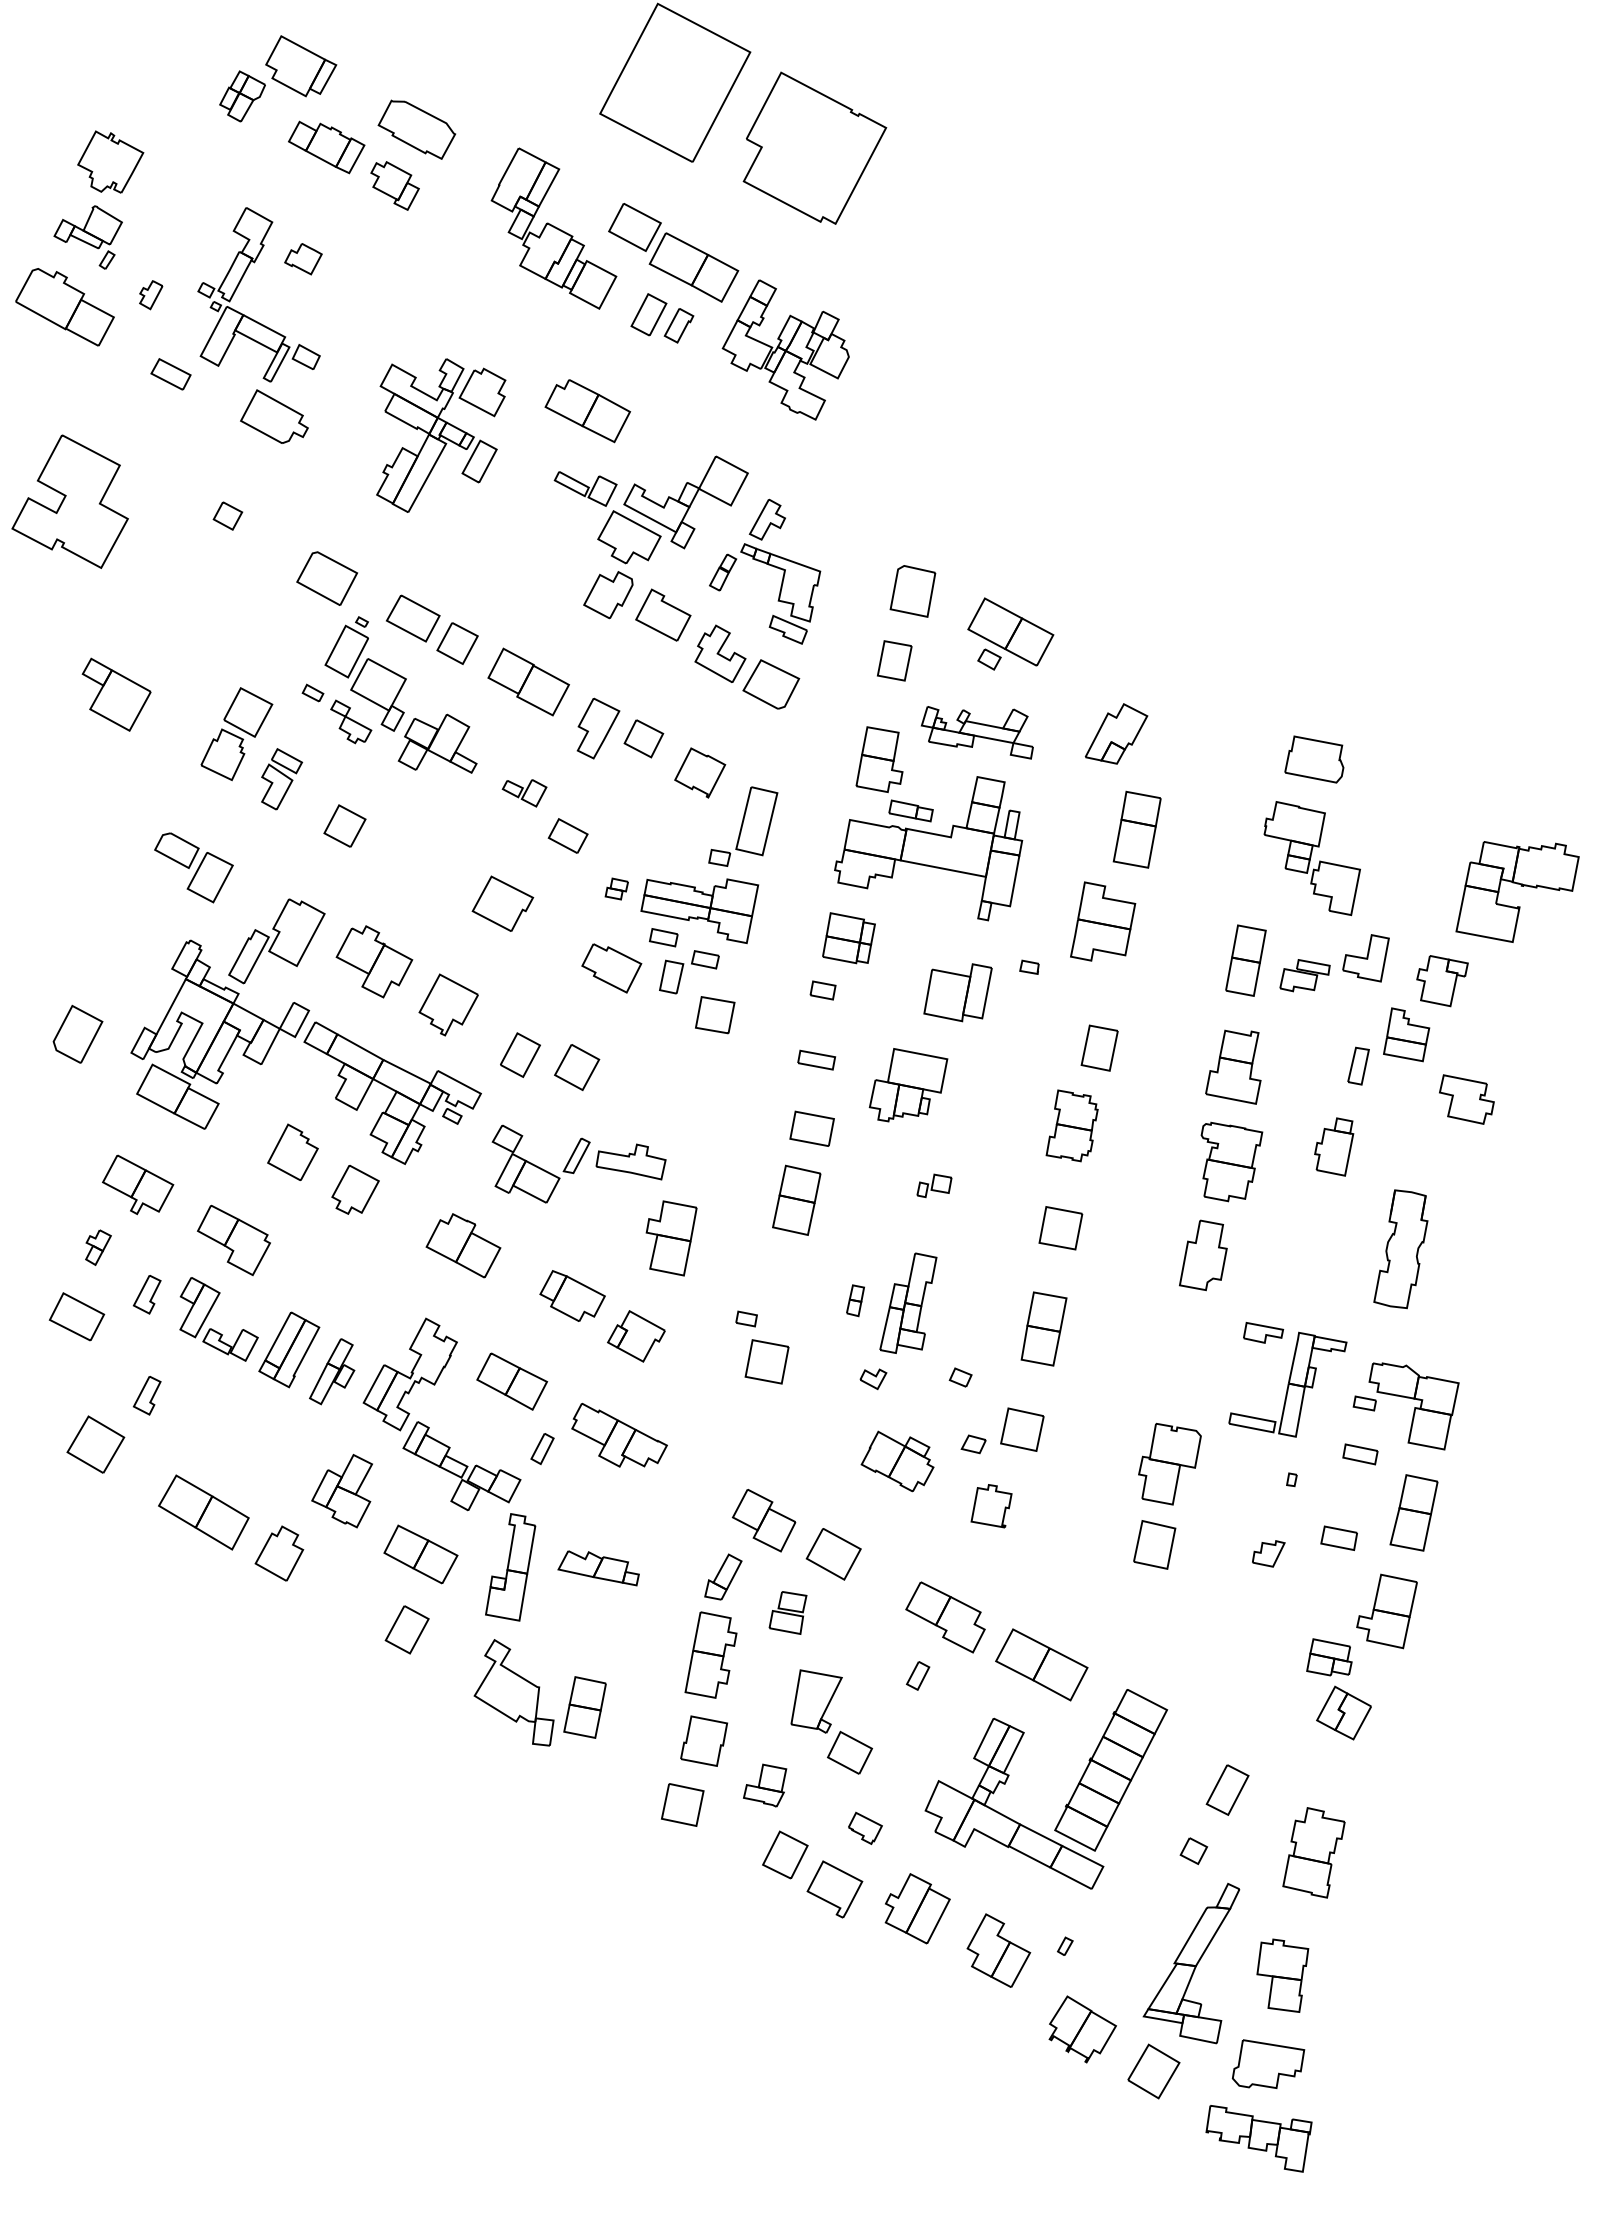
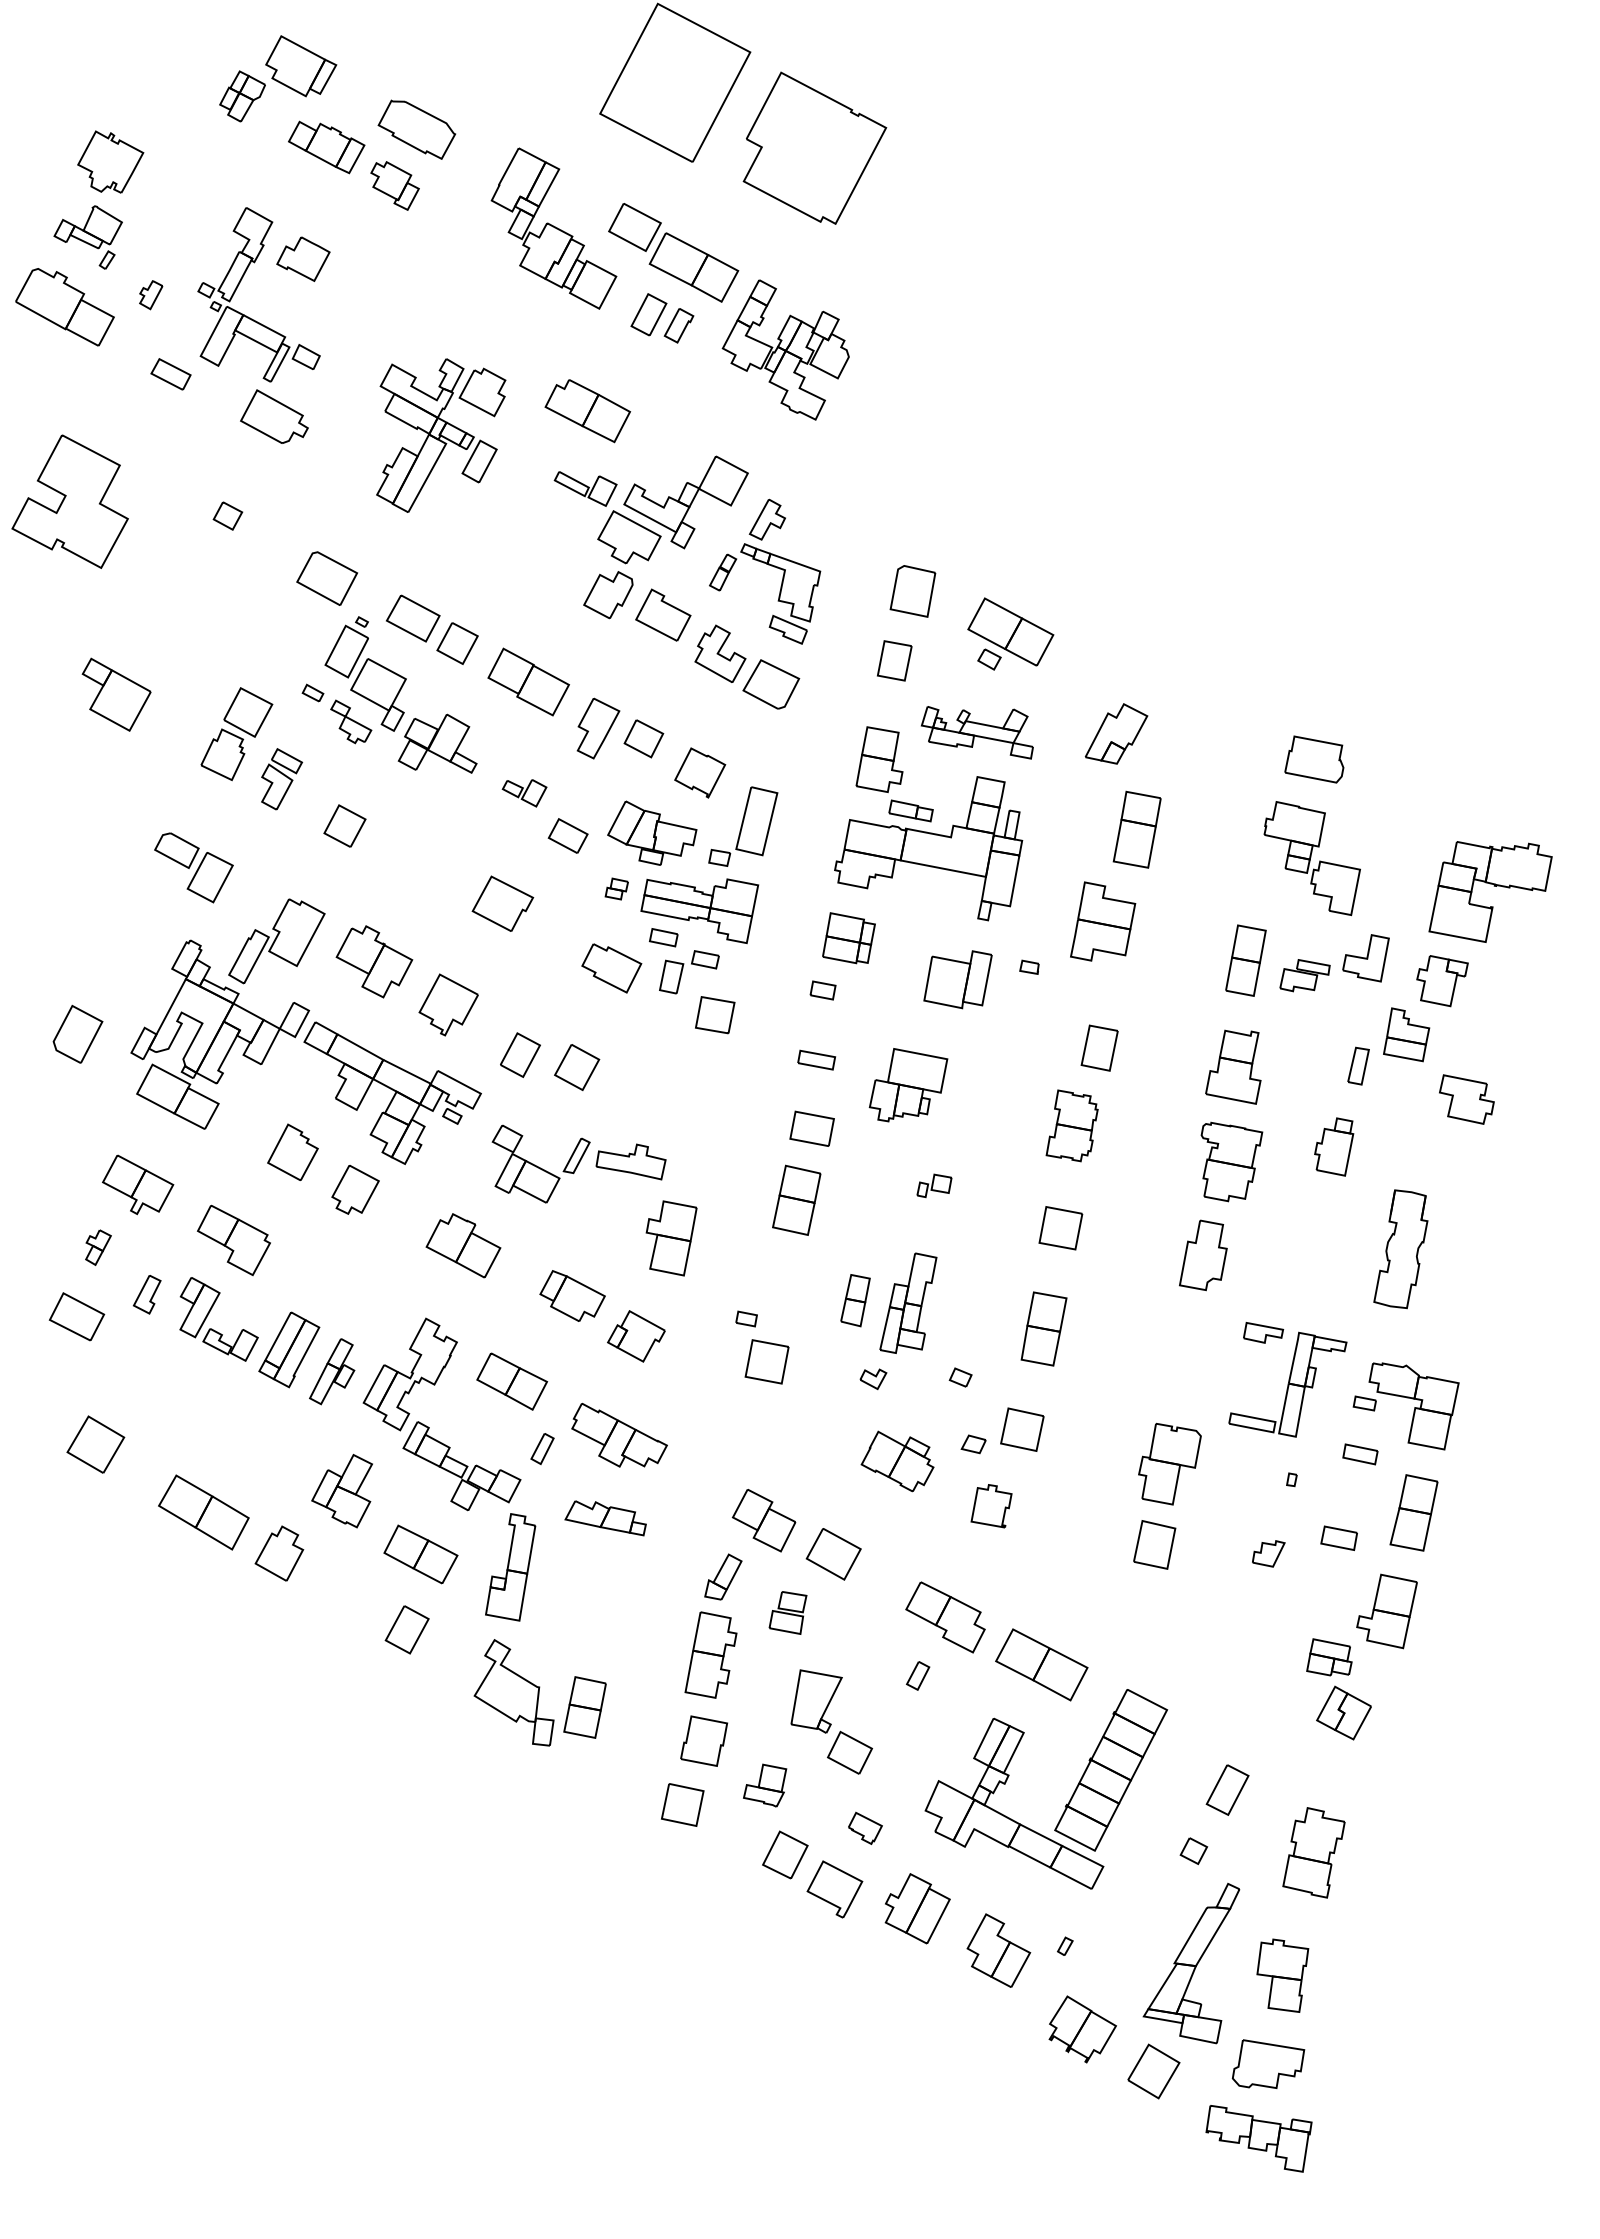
part at (303, 259) size: 39x33 px -> 55x46 px
part at (652, 832): none -> present
part at (1517, 891) position: (1517, 891) -> (1490, 891)
part at (957, 992) position: (957, 992) -> (957, 979)
part at (855, 1300) size: 19x34 px -> 31x54 px
part at (146, 1395): present -> none
part at (598, 1568) position: (598, 1568) -> (605, 1518)
